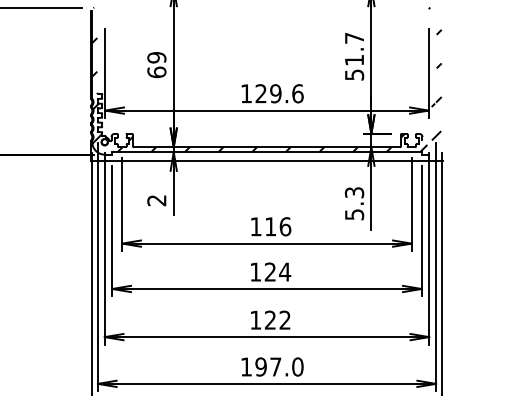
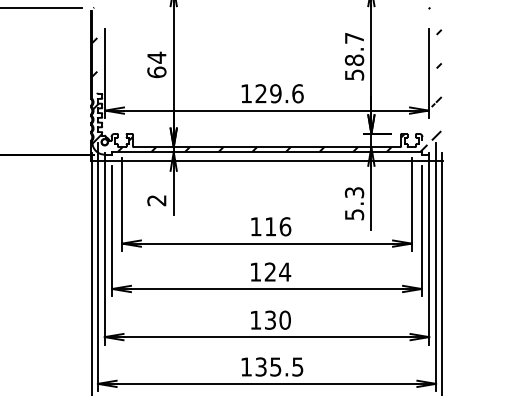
text at (156, 57): 69 -> 64
text at (354, 59): 51.7 -> 58.7
text at (277, 319): 122 -> 130
text at (279, 366): 197.0 -> 135.5
